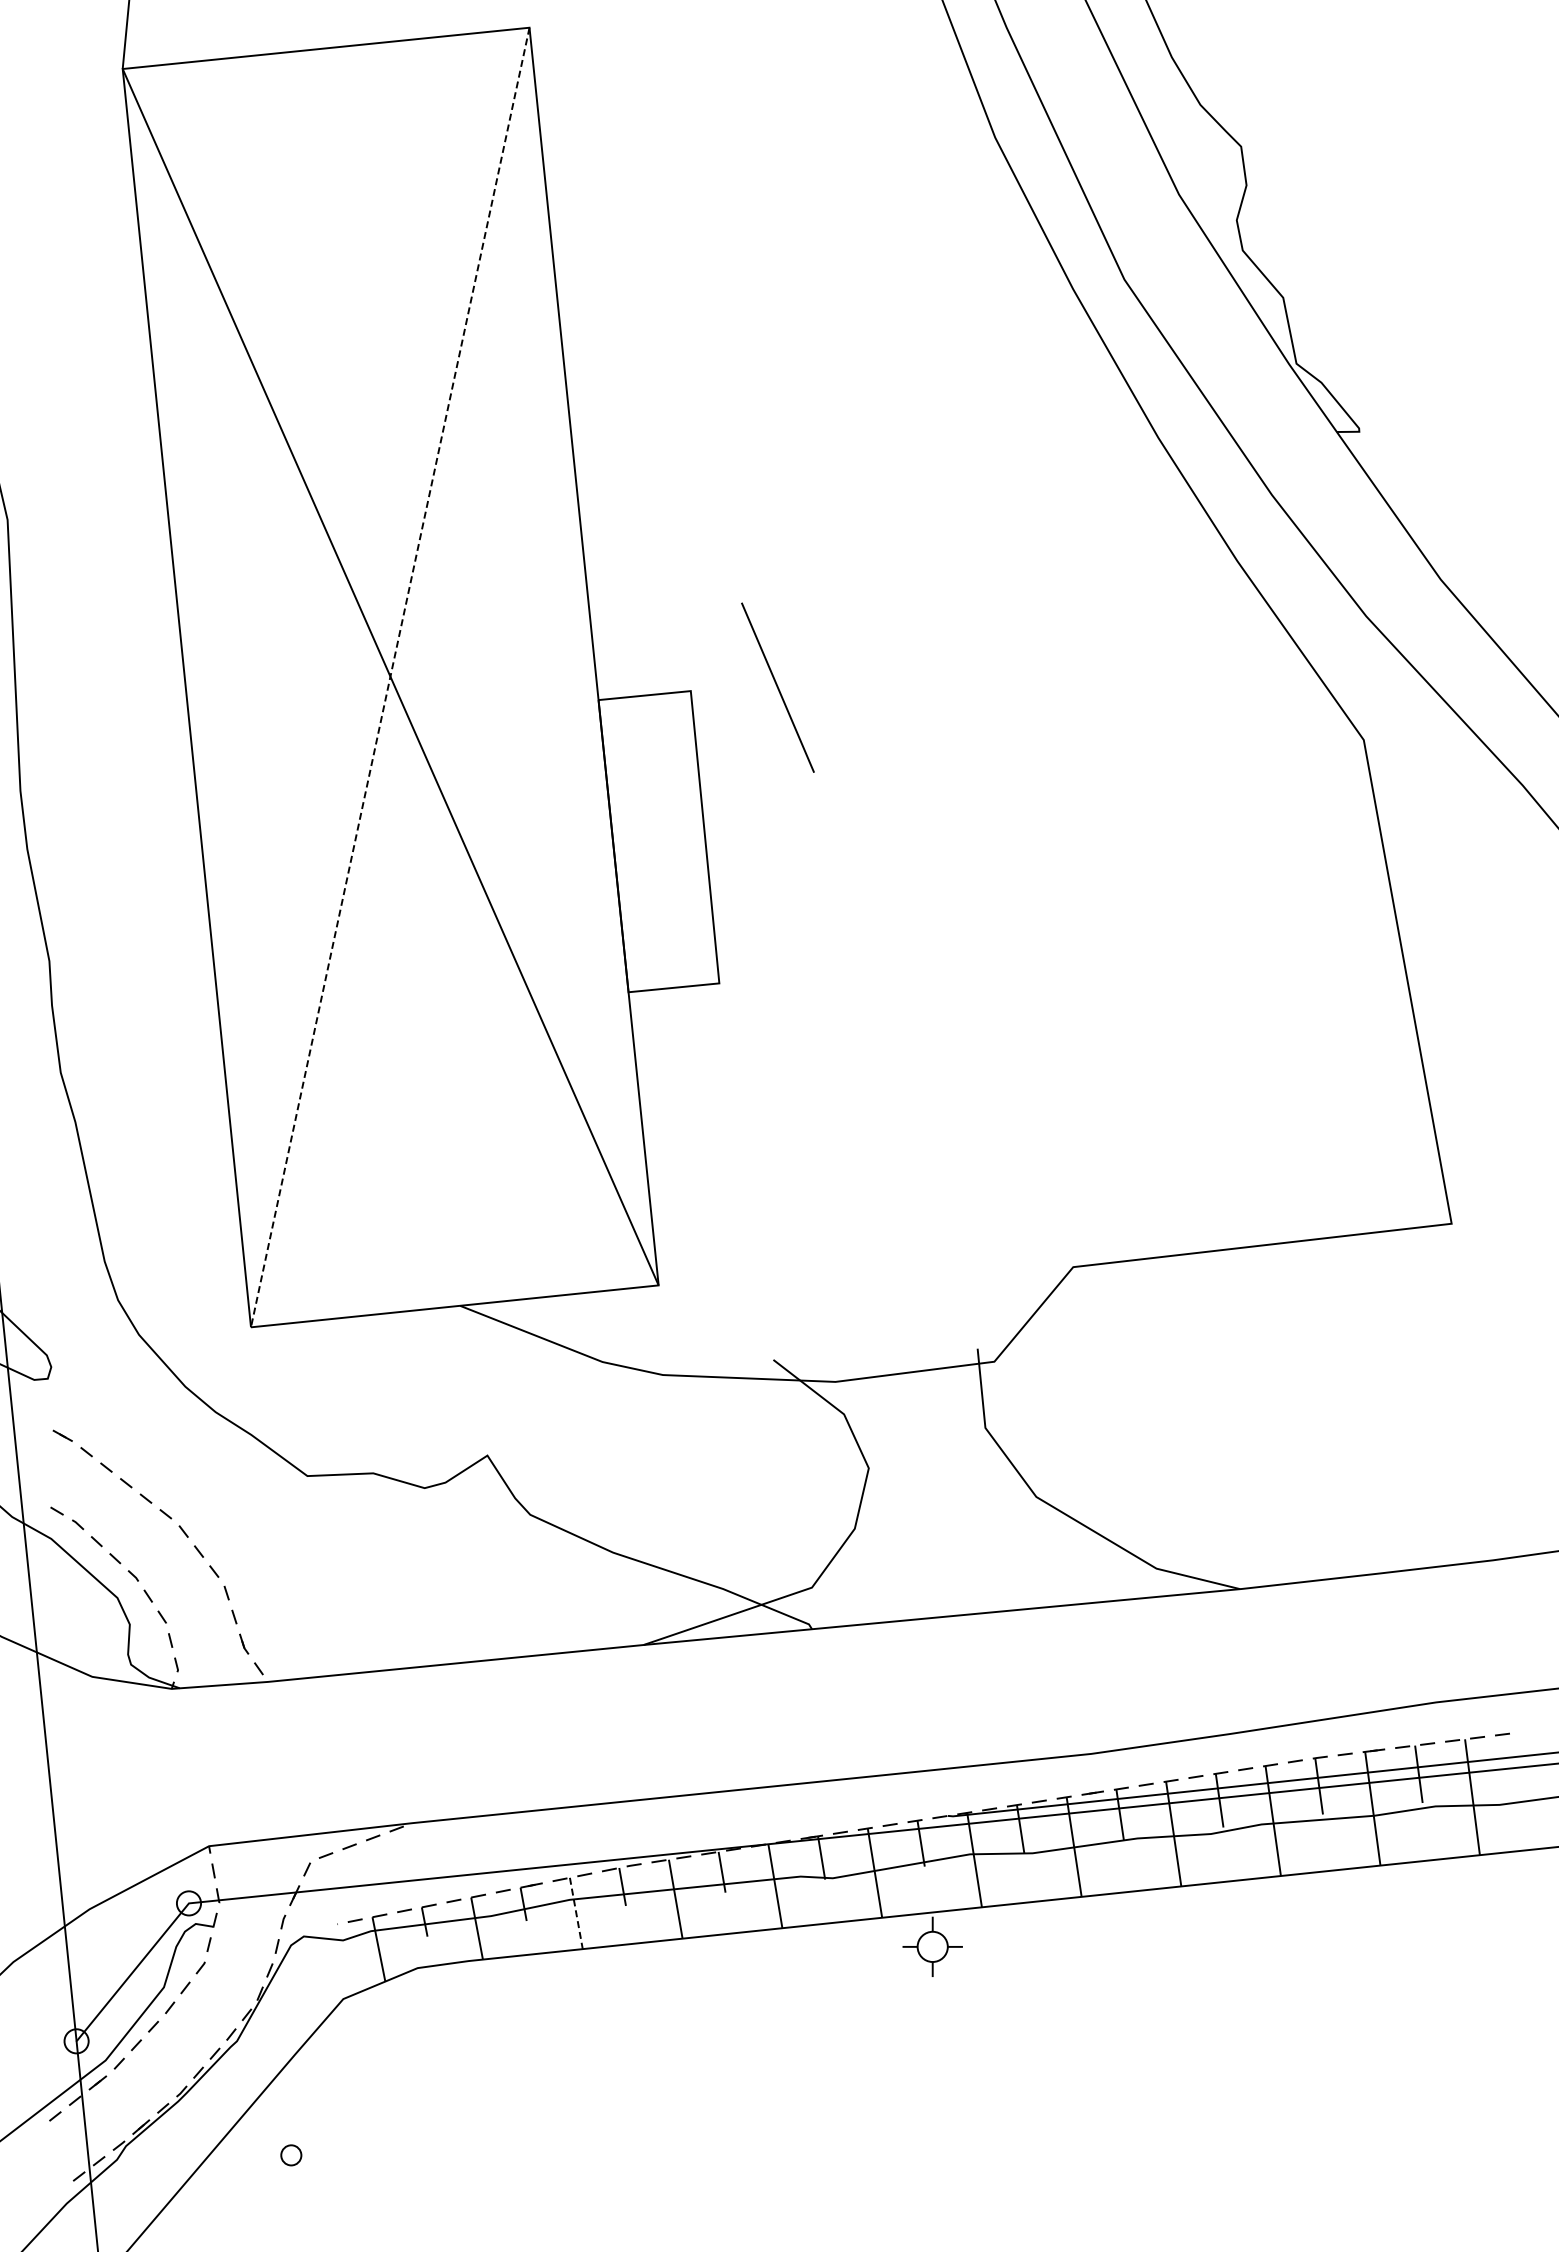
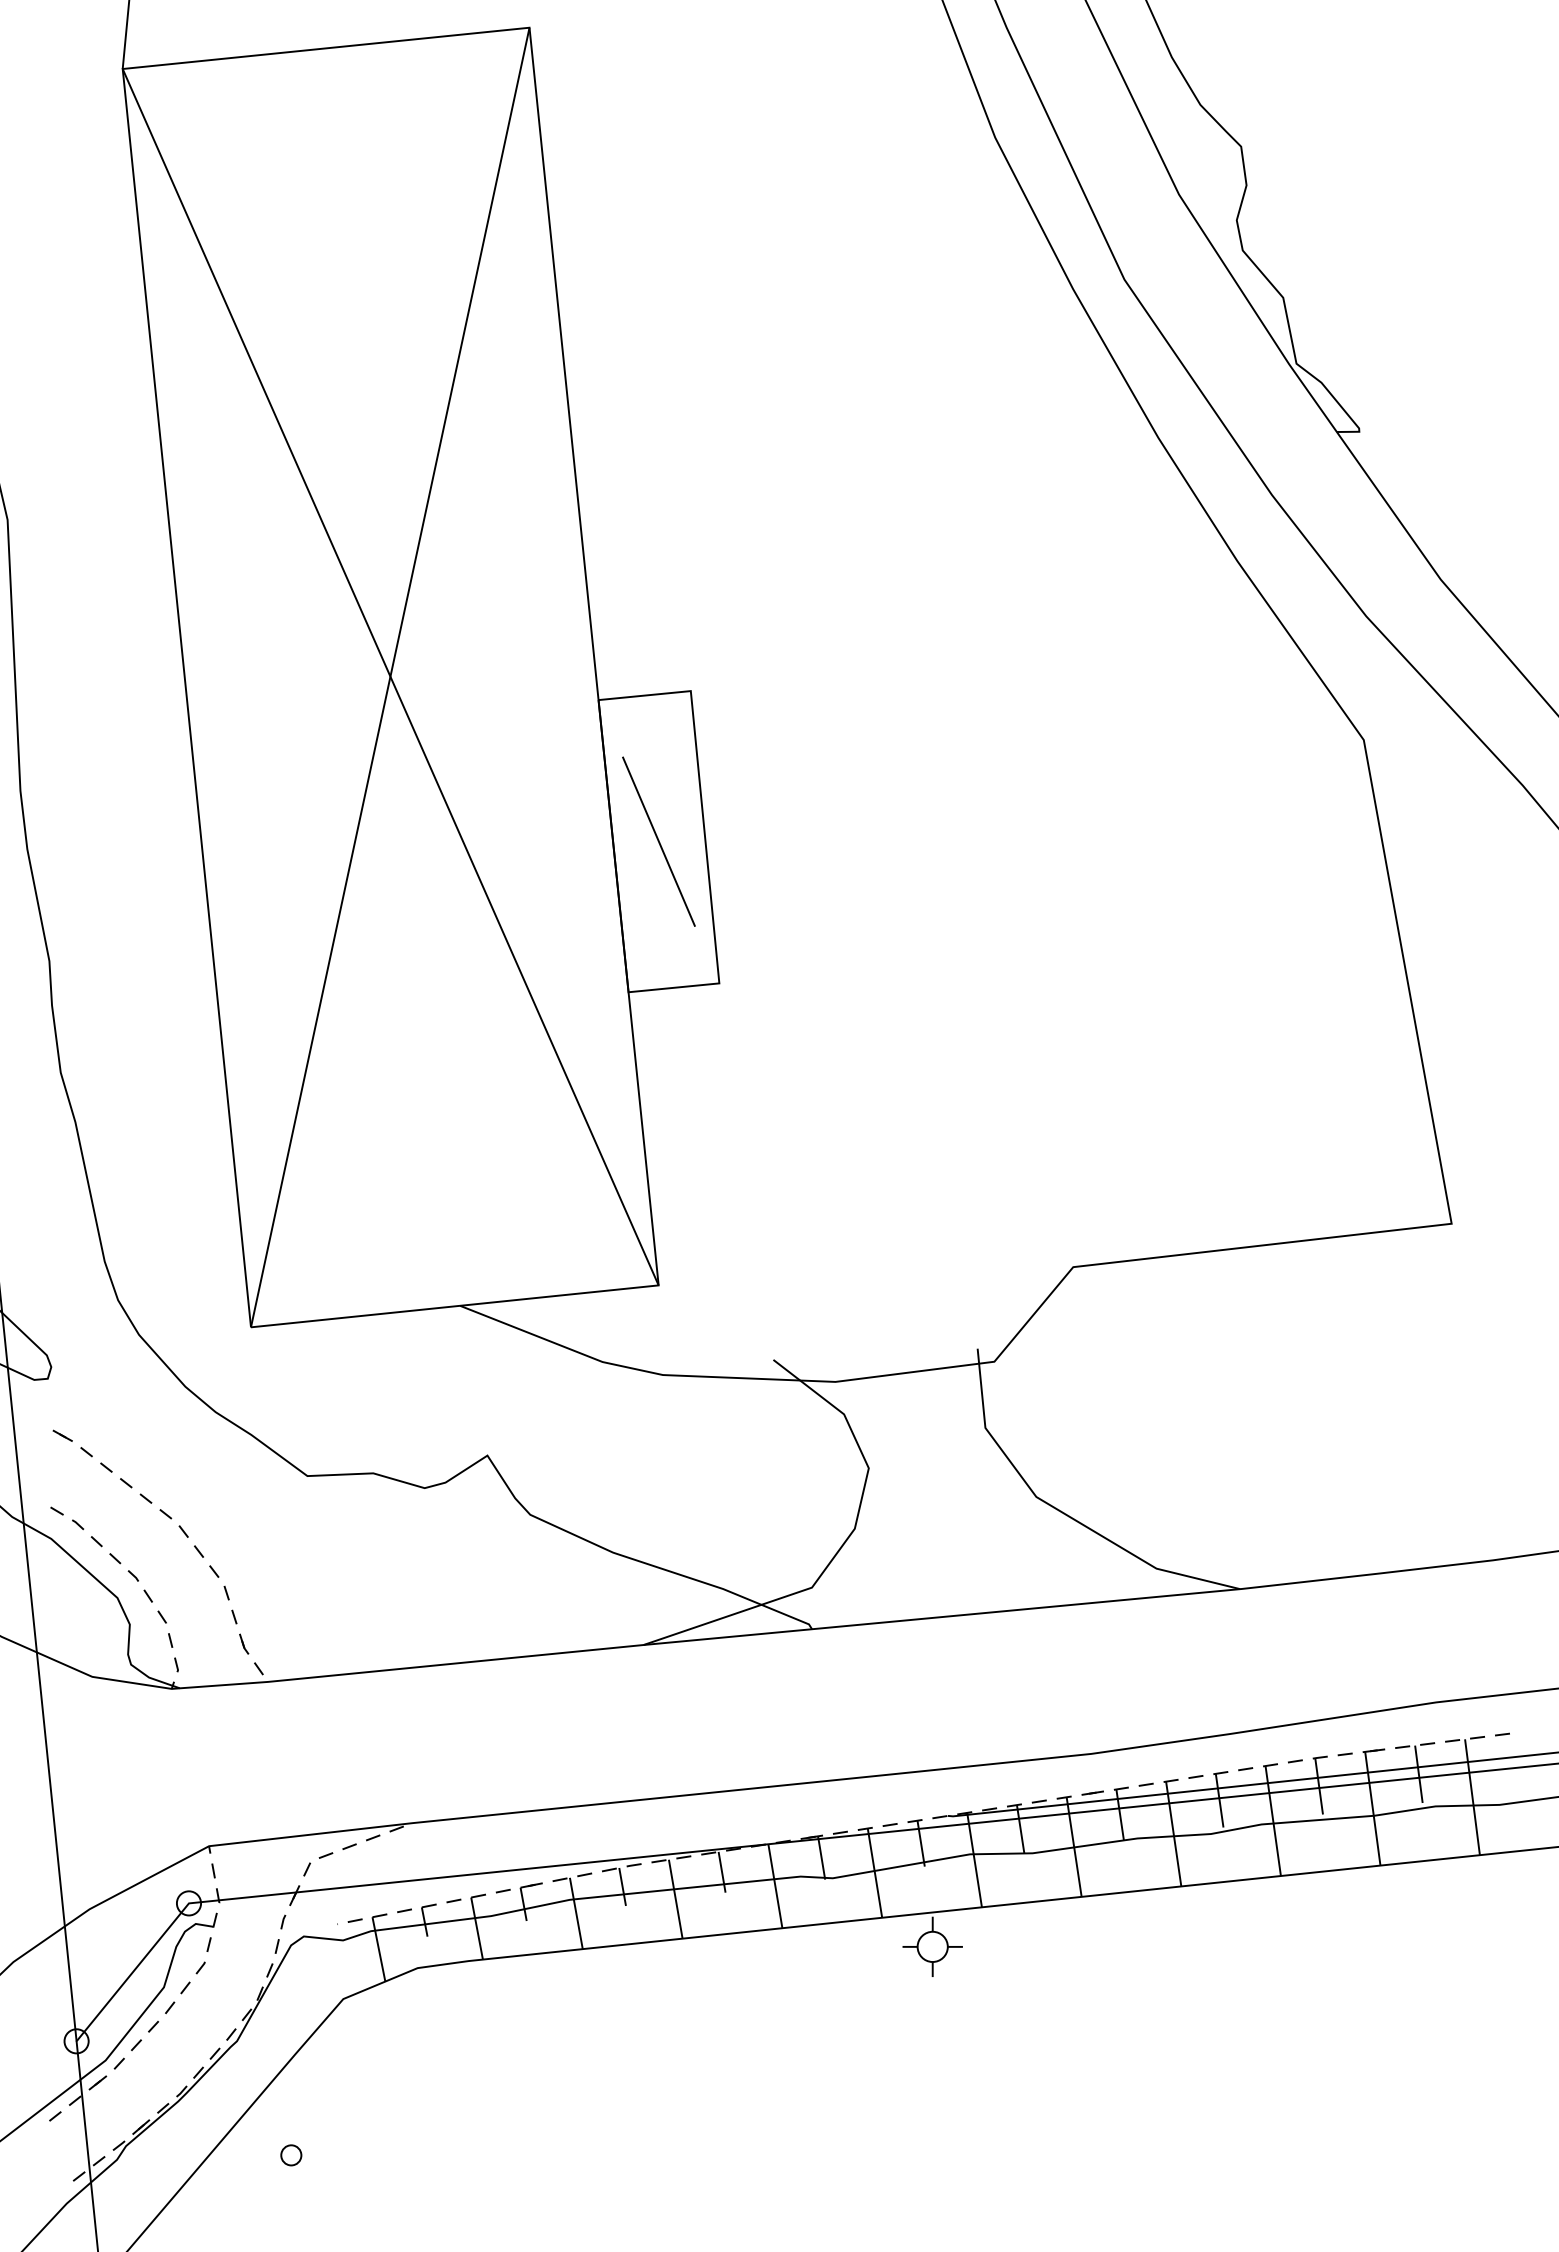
line at (390, 677): dashed -> solid
line at (777, 687) position: (777, 687) -> (658, 841)
line at (576, 1913): dashed -> solid
